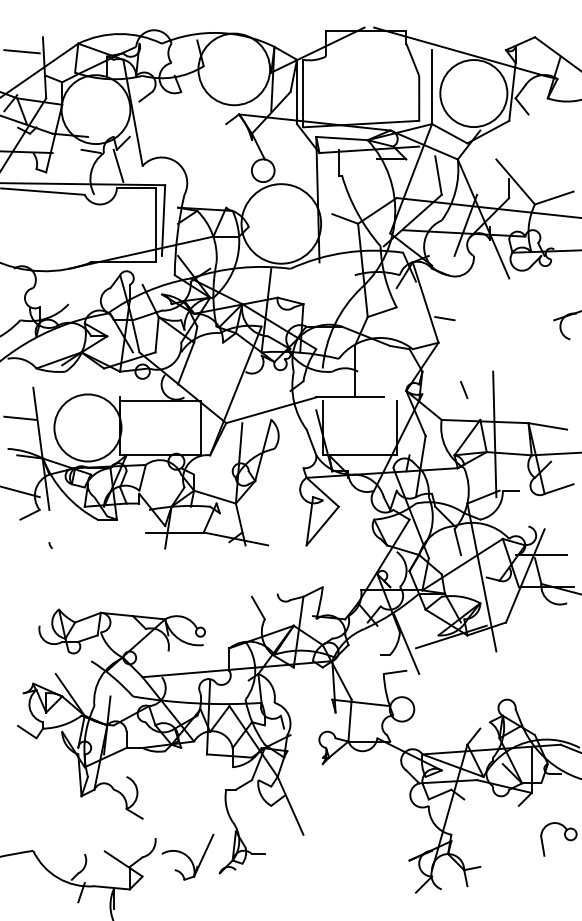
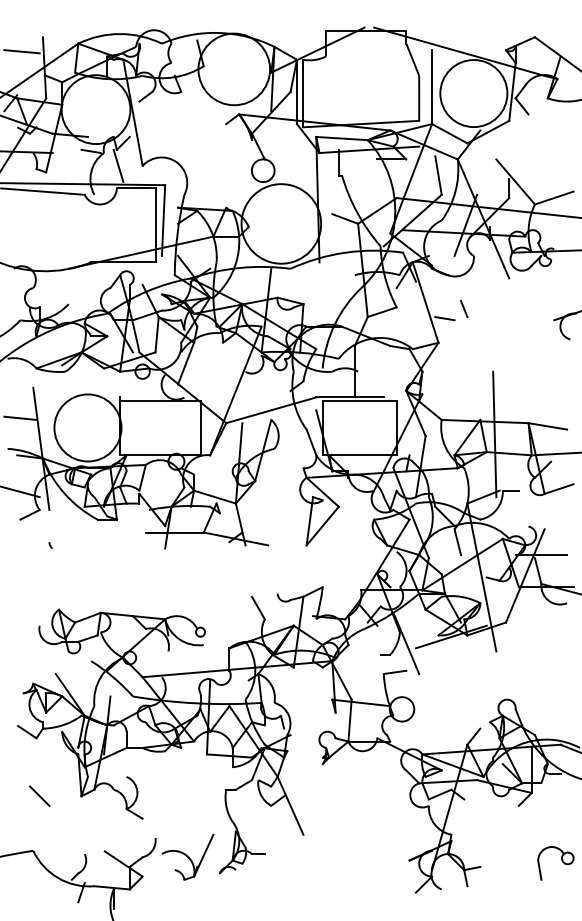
line at (464, 389) position: (464, 389) -> (464, 308)
line at (359, 400): none -> present
line at (39, 795): none -> present
part at (564, 837) position: (564, 837) -> (561, 861)
